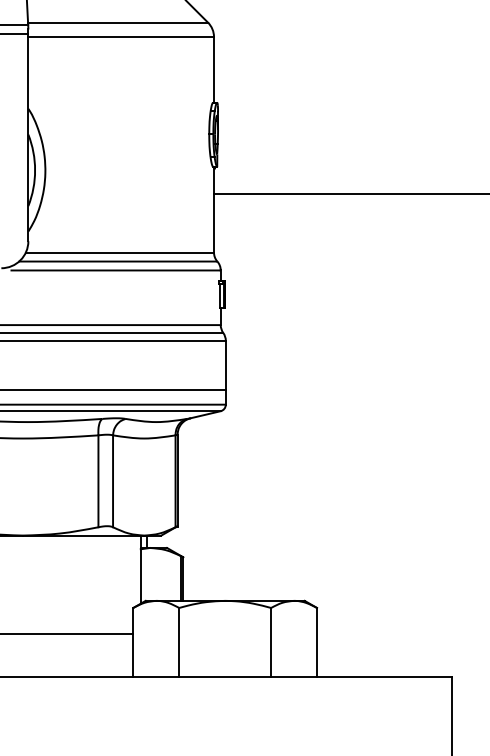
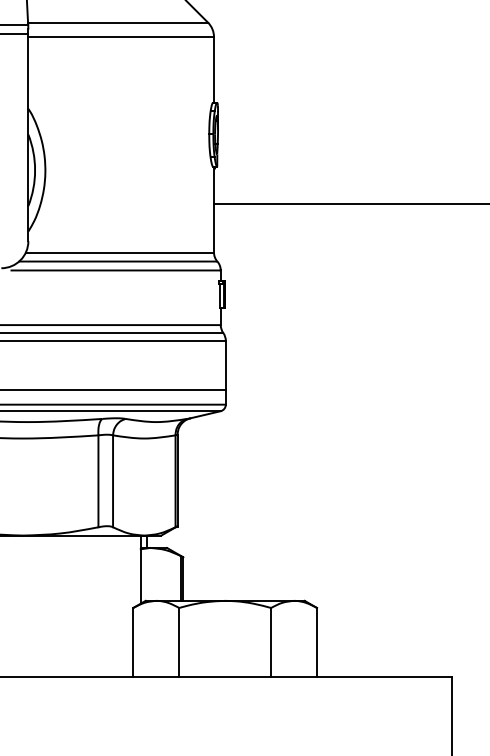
line at (350, 193) position: (350, 193) -> (350, 203)
line at (67, 634): present -> none
